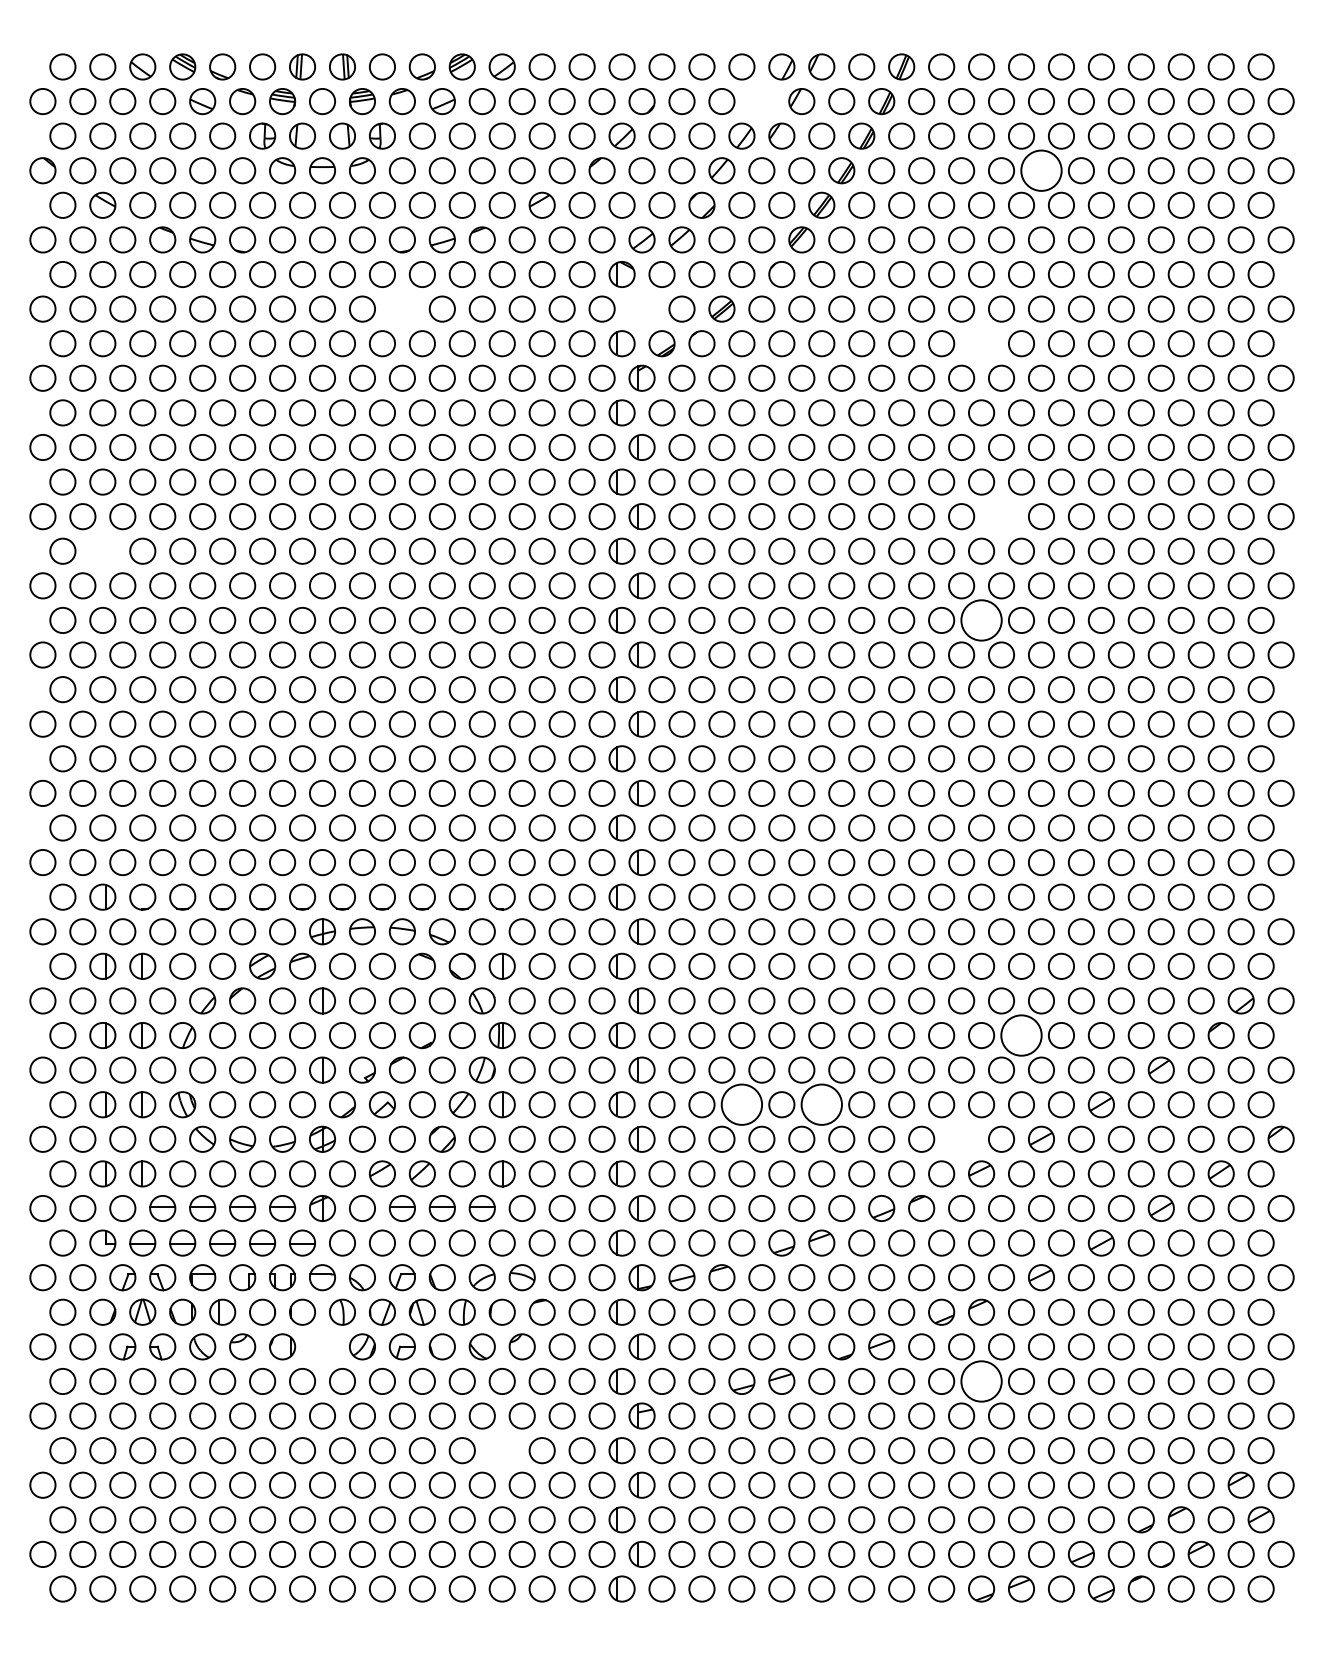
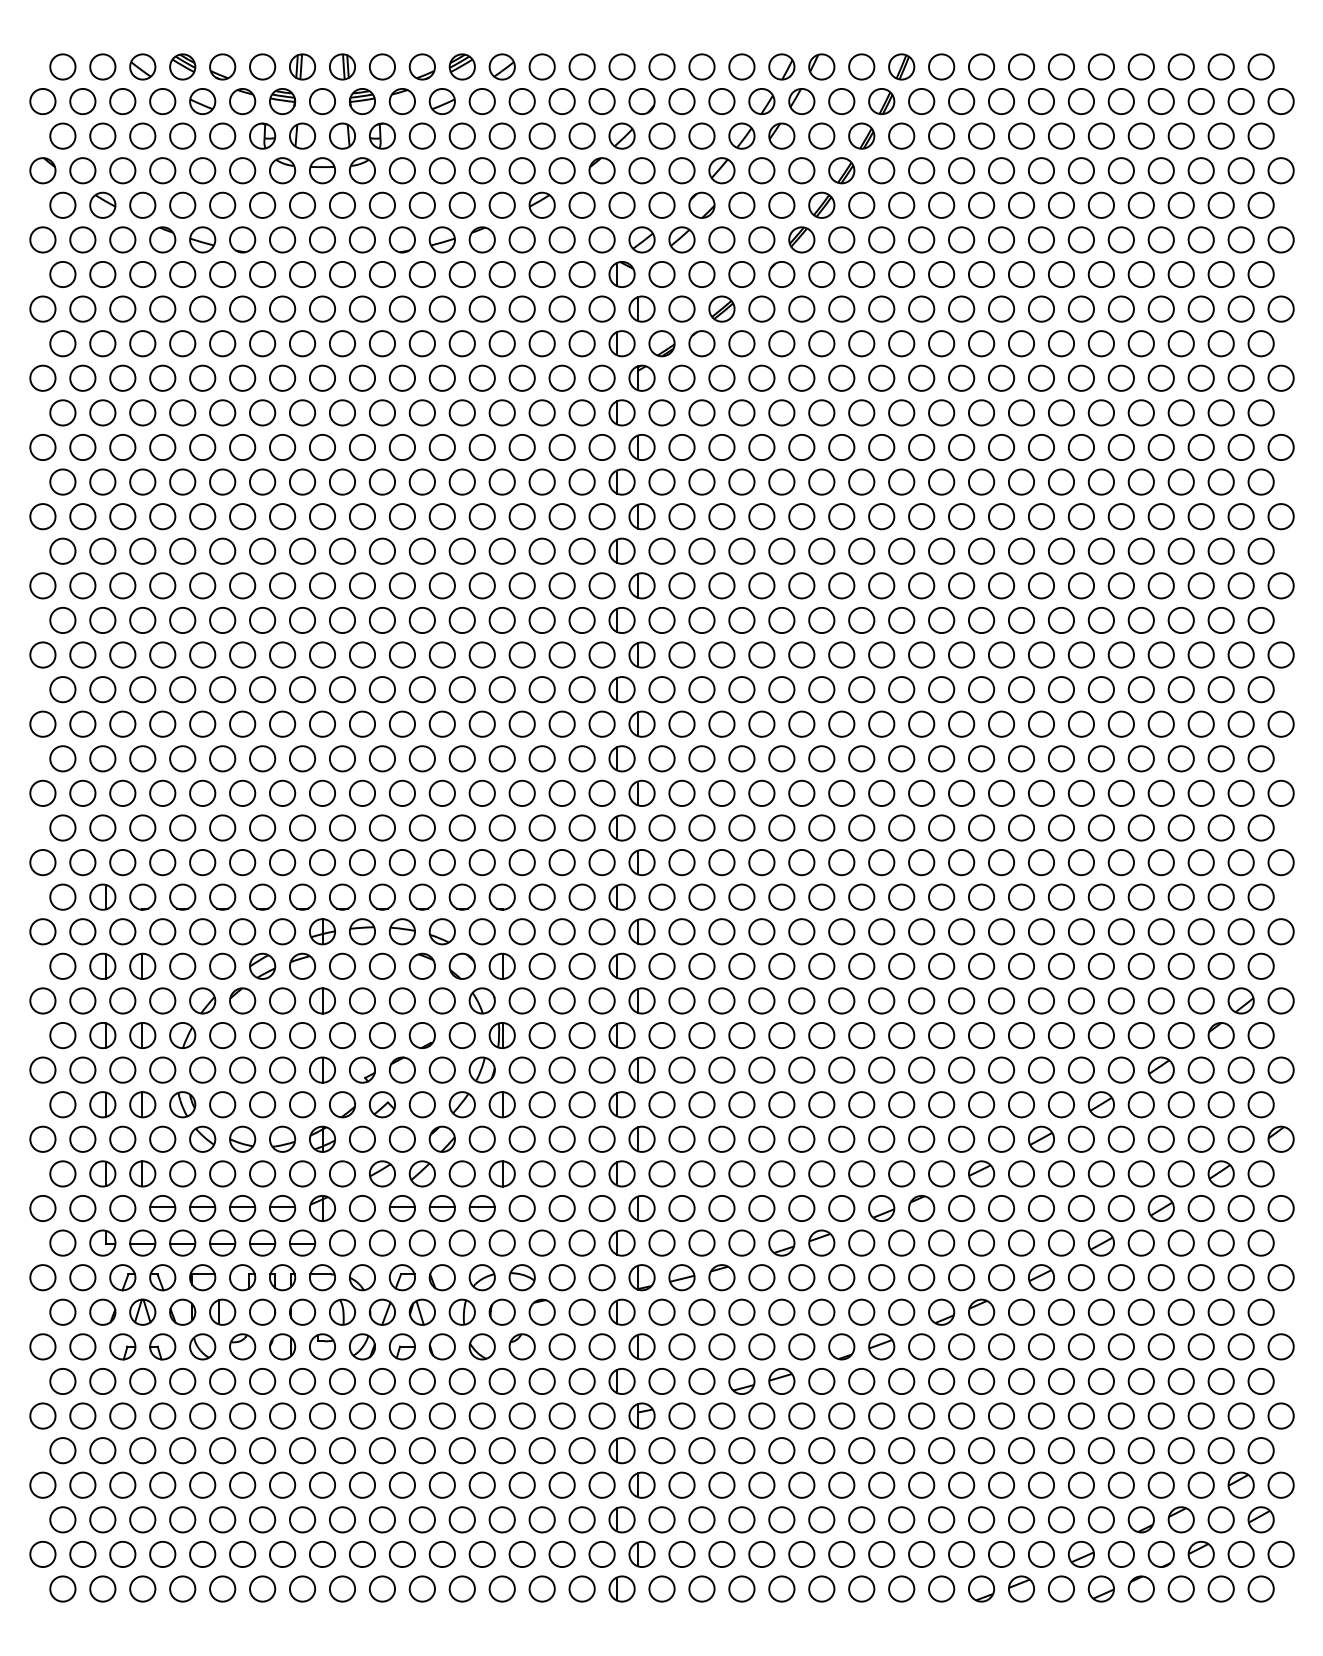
part at (761, 101): none -> present
circle at (1041, 170) diameter: 40 px -> 25 px
circle at (401, 308): none -> present
part at (641, 308): none -> present
circle at (981, 343): none -> present
circle at (1001, 516): none -> present
circle at (102, 550): none -> present
circle at (981, 620) diameter: 40 px -> 25 px
circle at (1021, 1035) diameter: 40 px -> 25 px
circle at (741, 1104) diameter: 40 px -> 25 px
circle at (821, 1104) diameter: 40 px -> 25 px
circle at (961, 1138): none -> present
part at (322, 1346): none -> present
circle at (981, 1381) diameter: 40 px -> 25 px
circle at (501, 1450): none -> present
